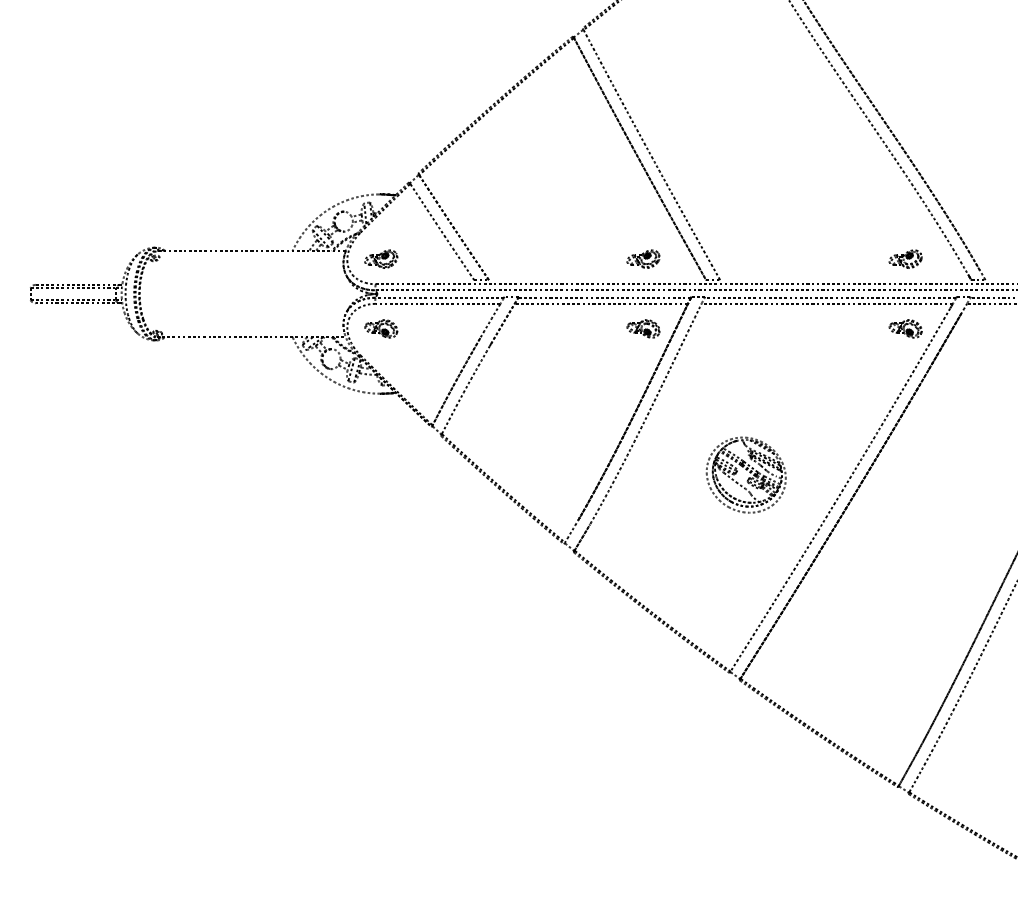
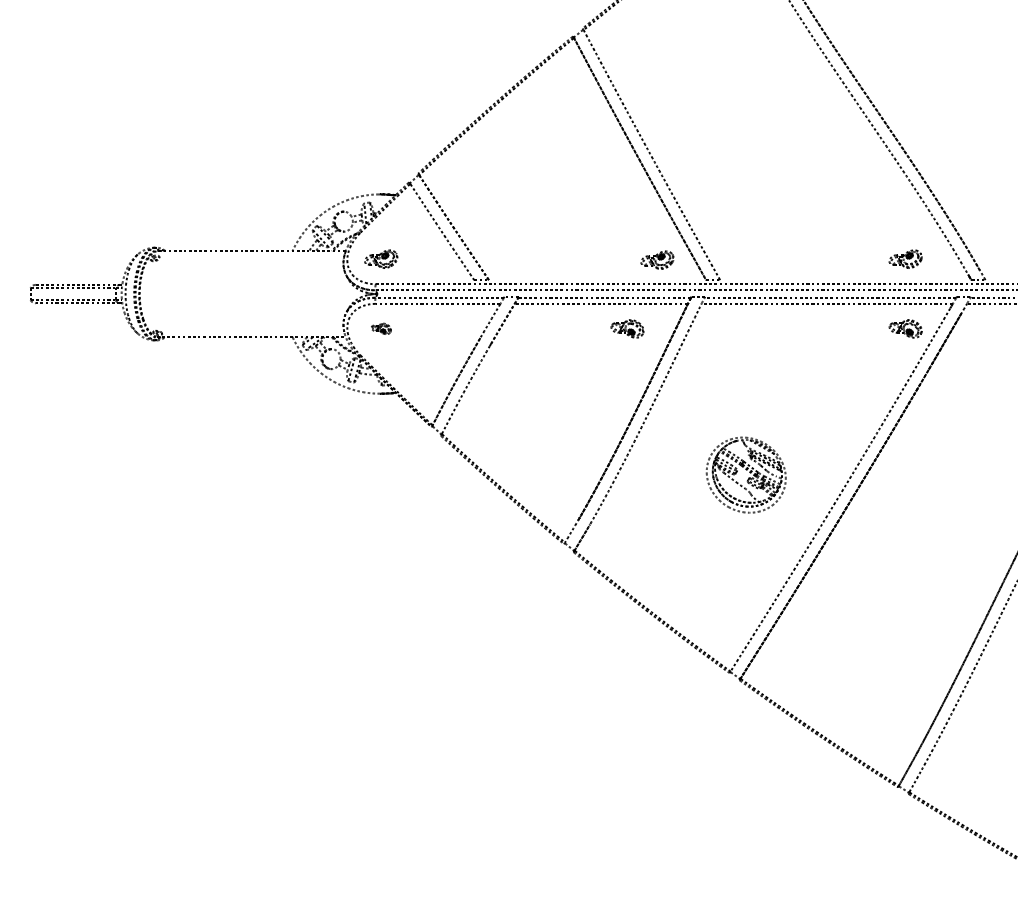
part at (643, 258) position: (643, 258) -> (657, 259)
part at (381, 328) size: 35x20 px -> 21x13 px
part at (643, 328) position: (643, 328) -> (627, 328)
